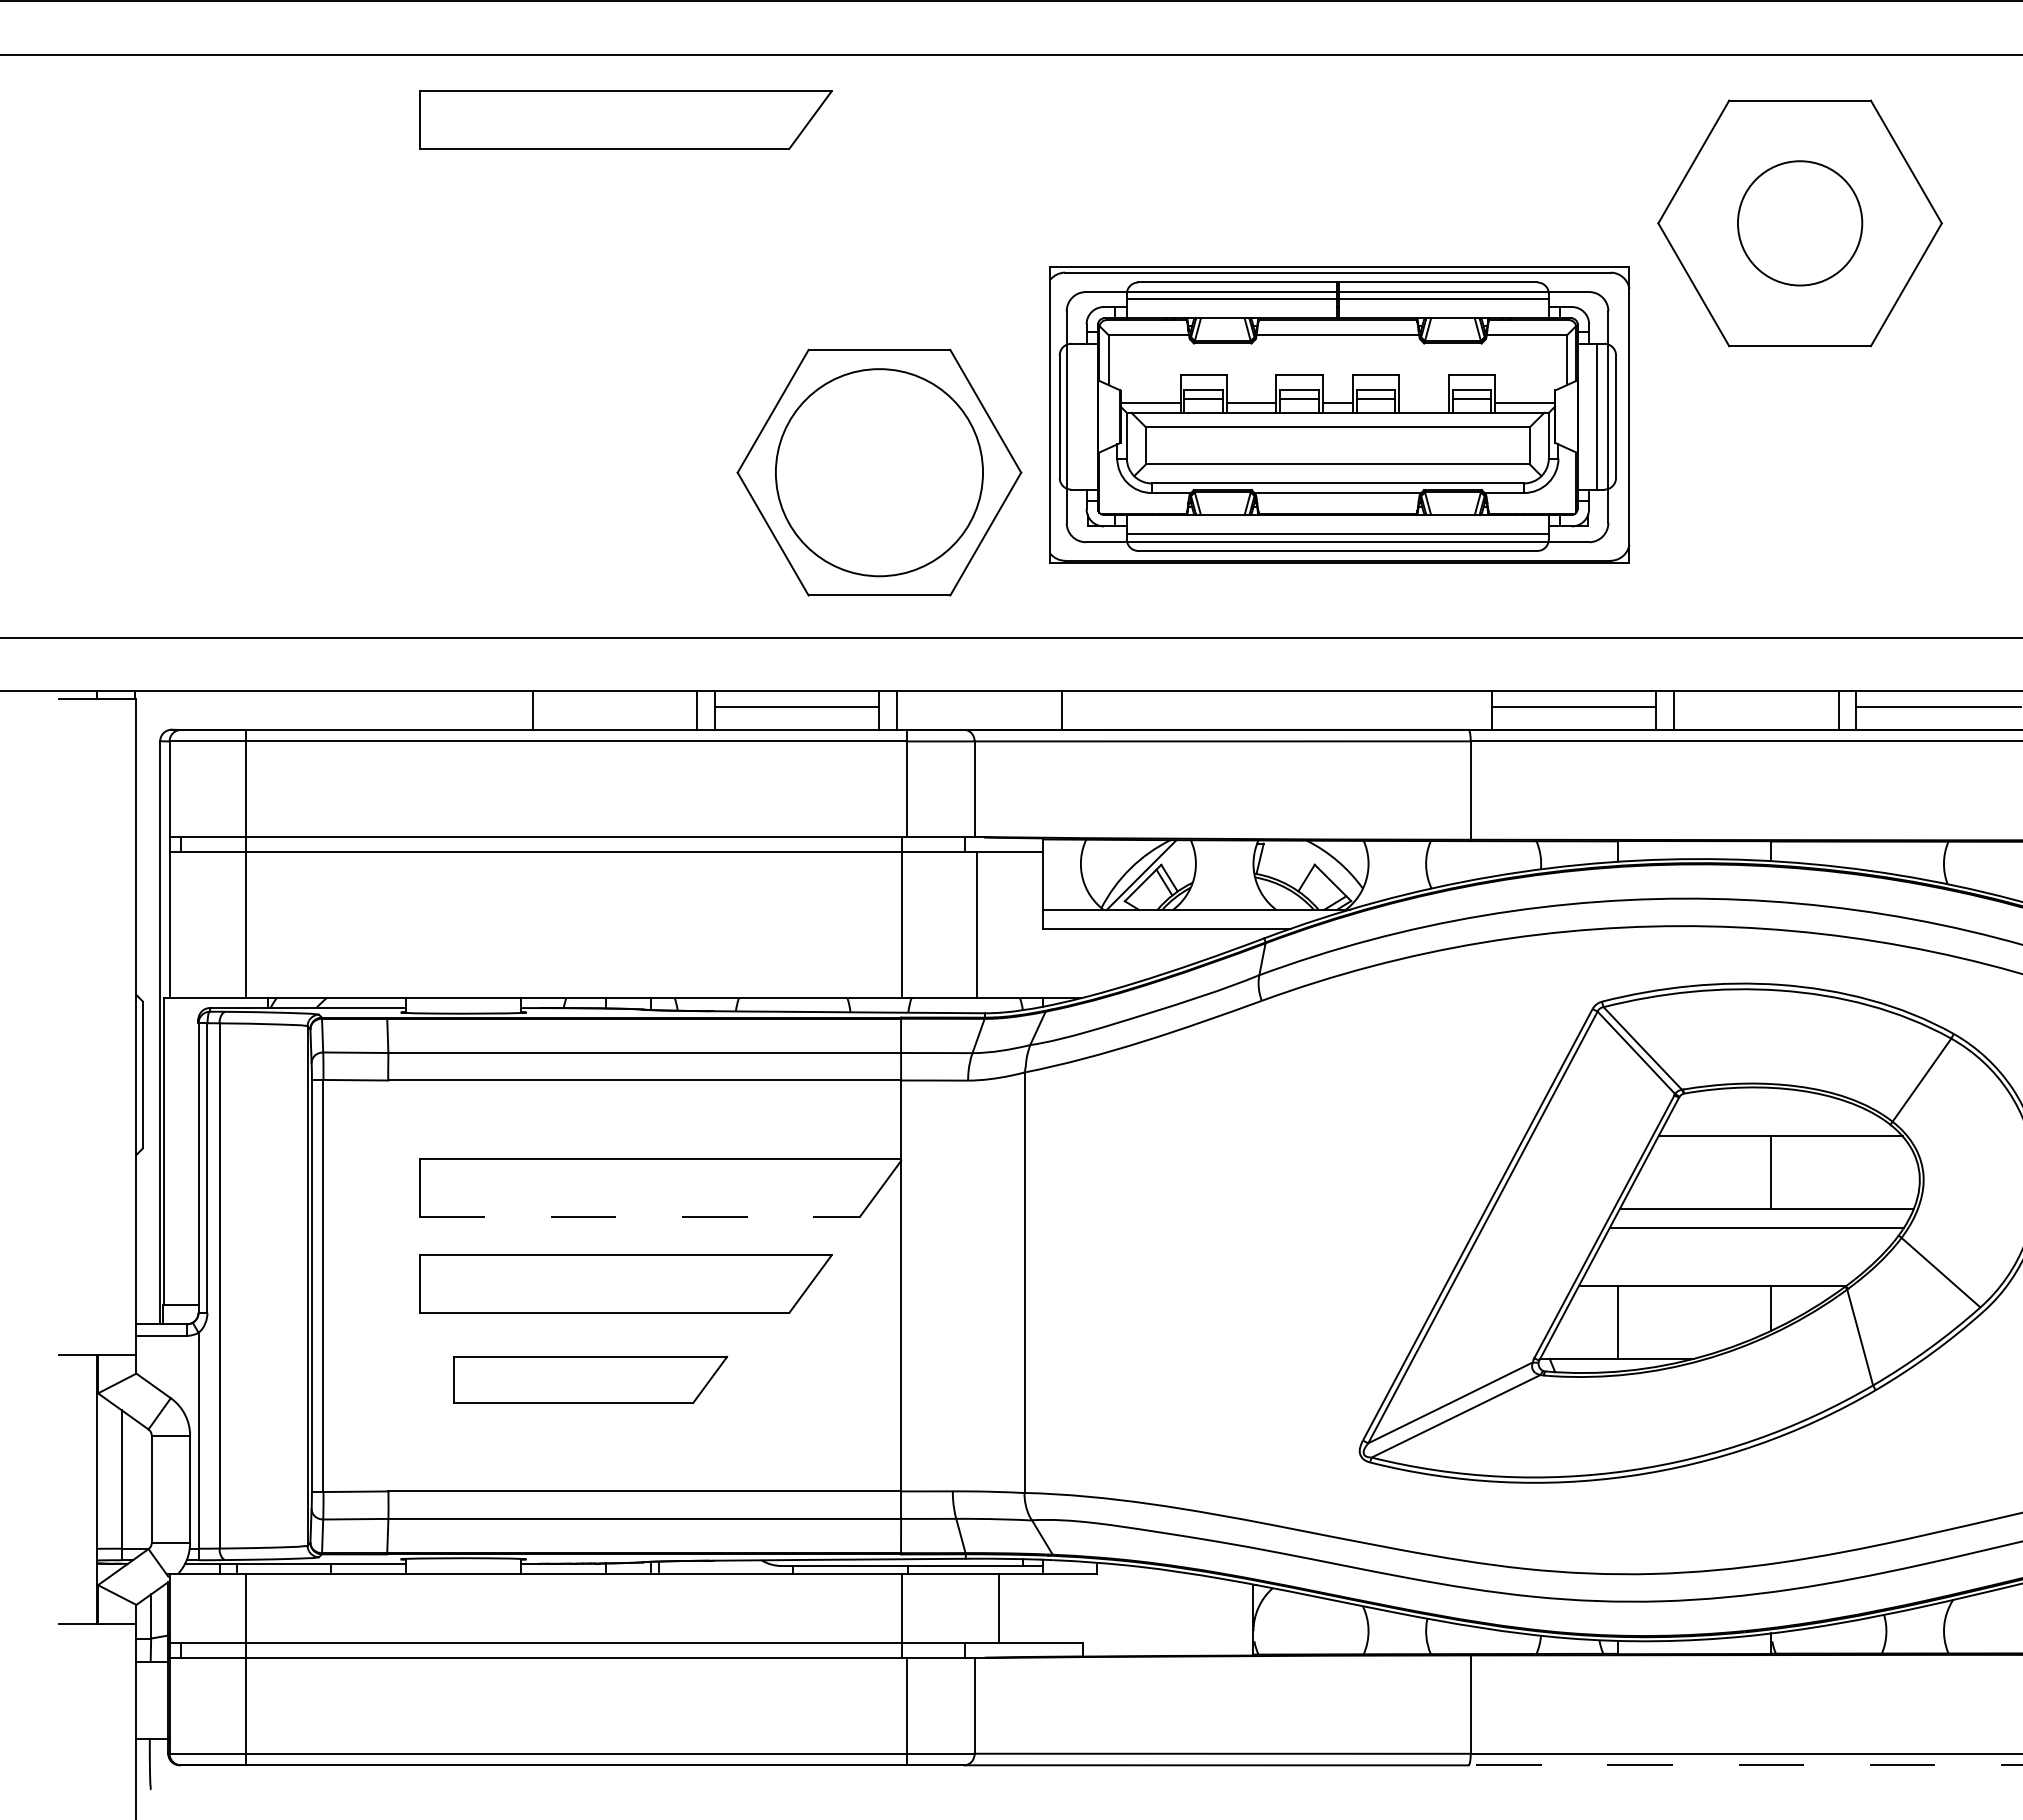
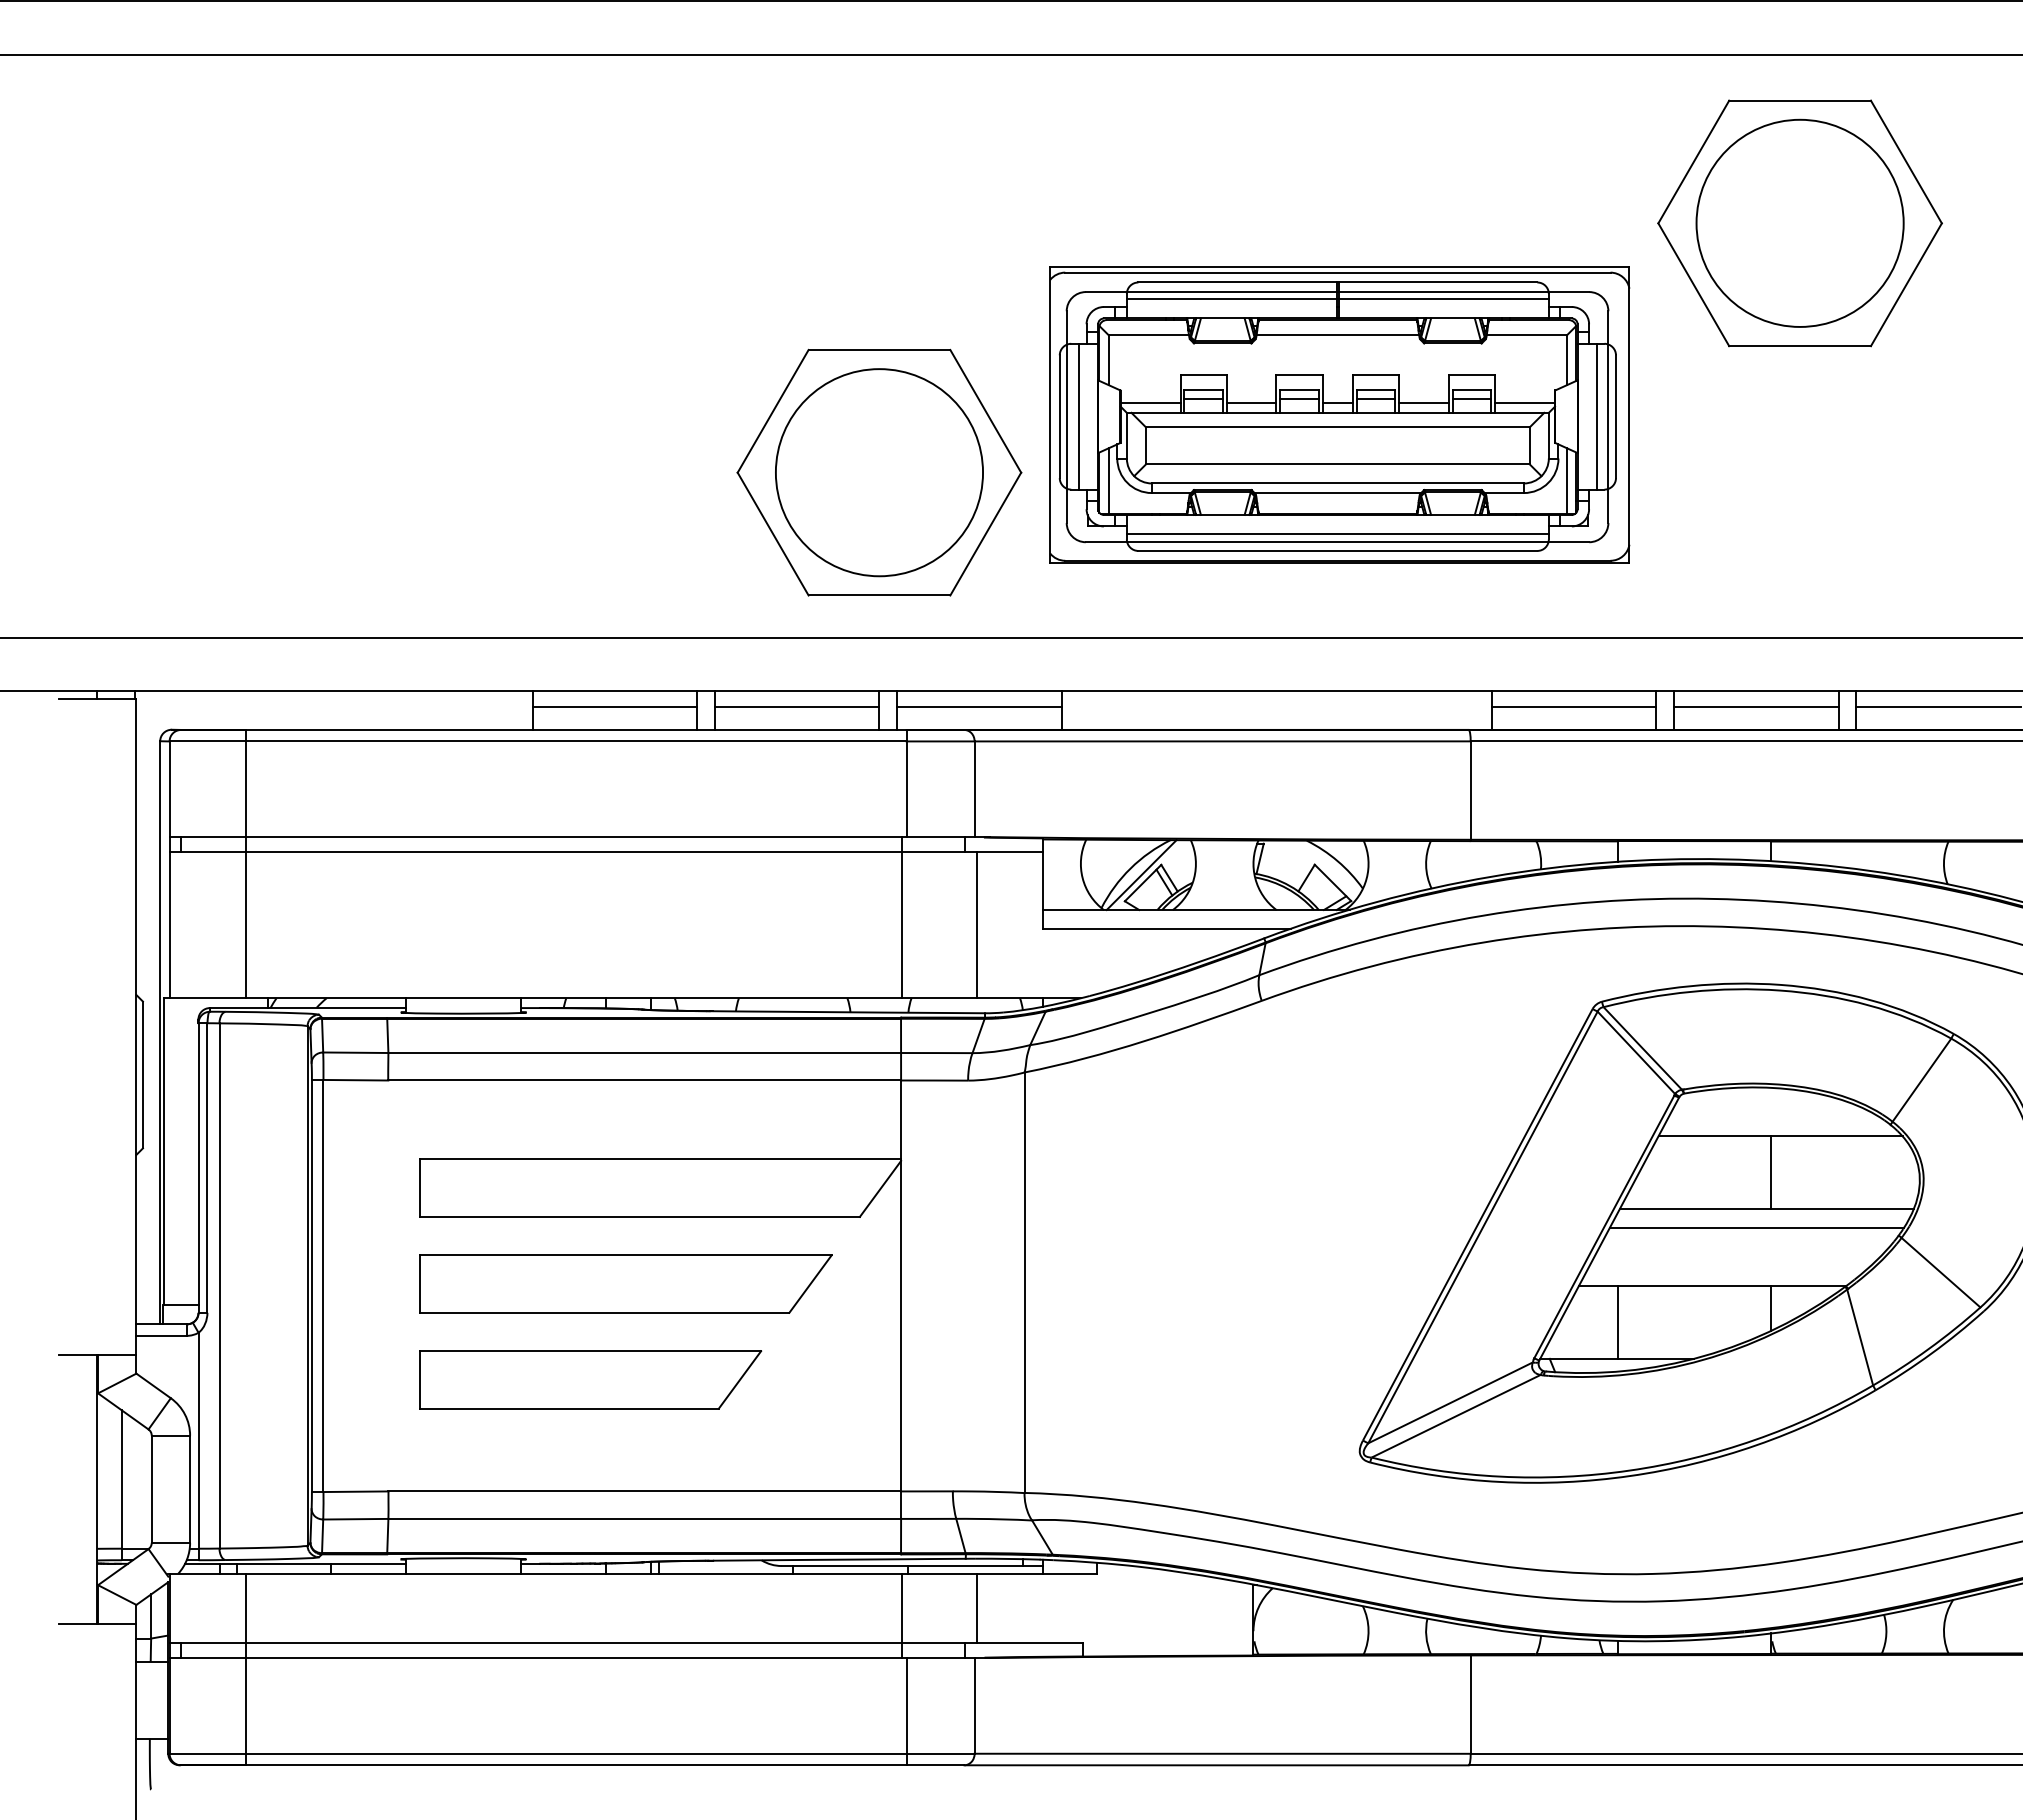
part at (625, 119): present -> none
circle at (1799, 223) diameter: 124 px -> 207 px
line at (1424, 403): none -> present
line at (1078, 416): none -> present
line at (1108, 481): none -> present
line at (1566, 481): none -> present
line at (614, 706): none -> present
line at (979, 706): none -> present
line at (1755, 706): none -> present
line at (640, 1216): dashed -> solid
part at (590, 1379) size: 276x48 px -> 344x60 px
line at (998, 1607) position: (998, 1607) -> (976, 1607)
line at (1745, 1765): dashed -> solid
